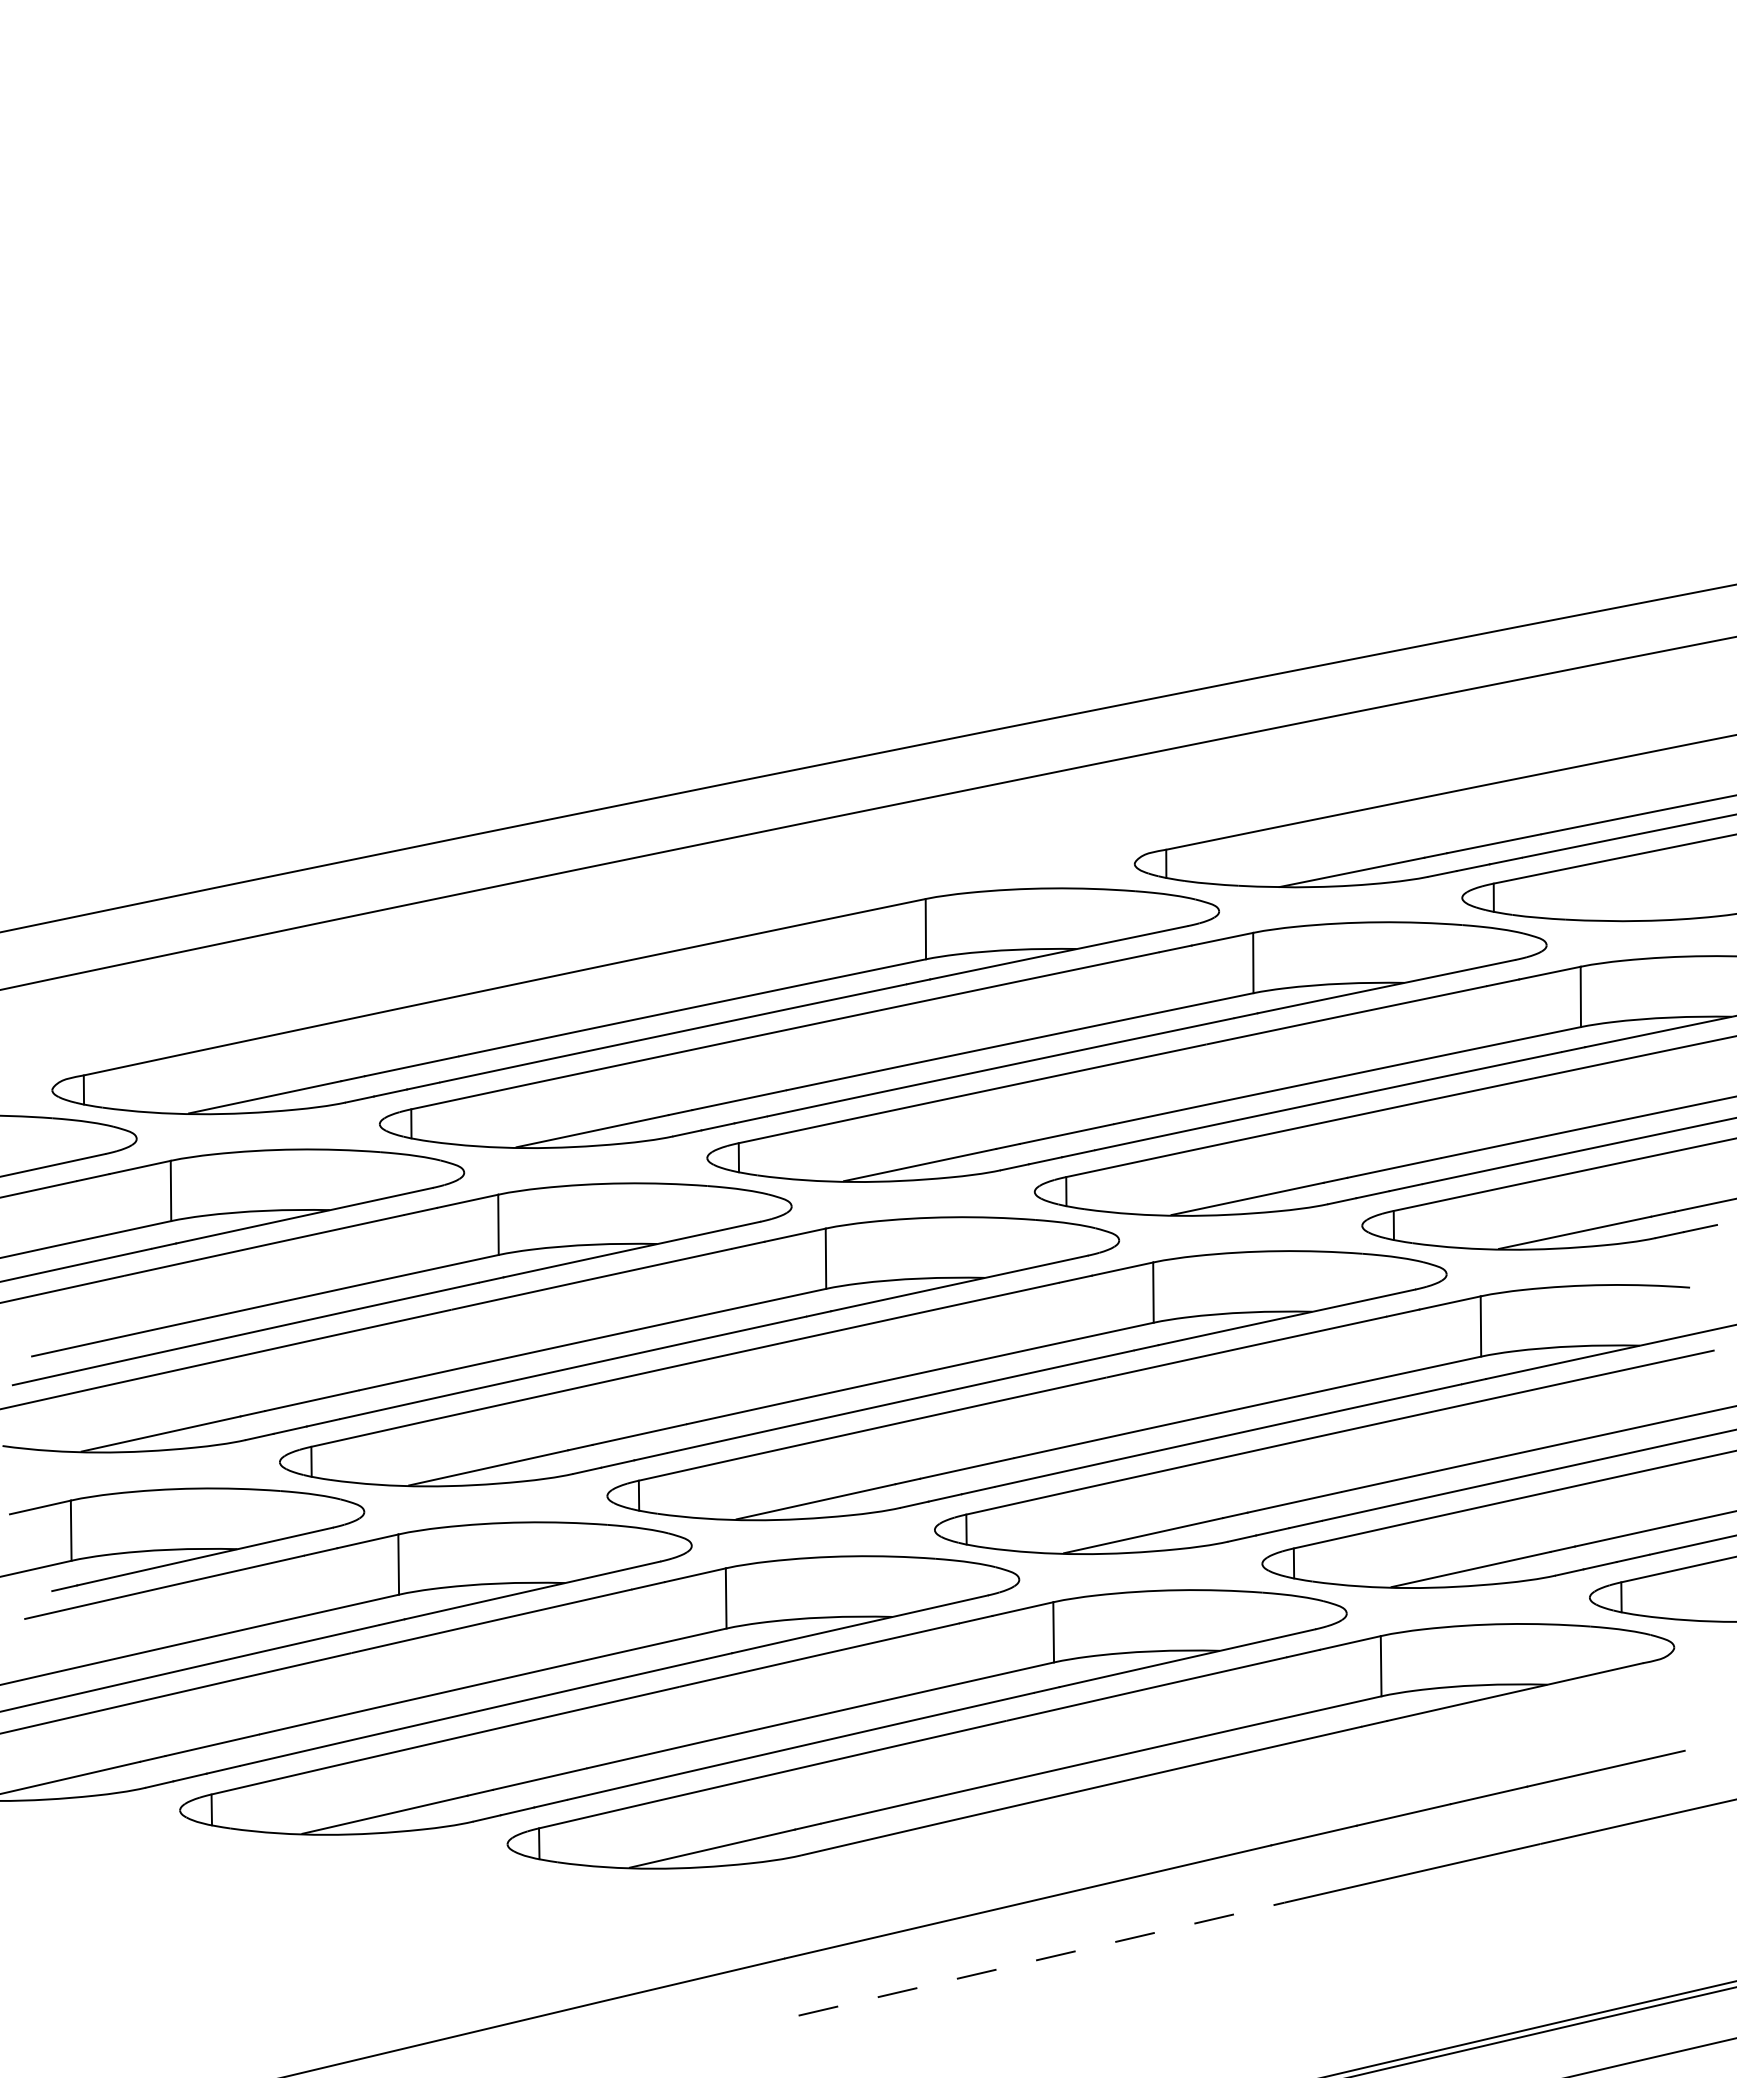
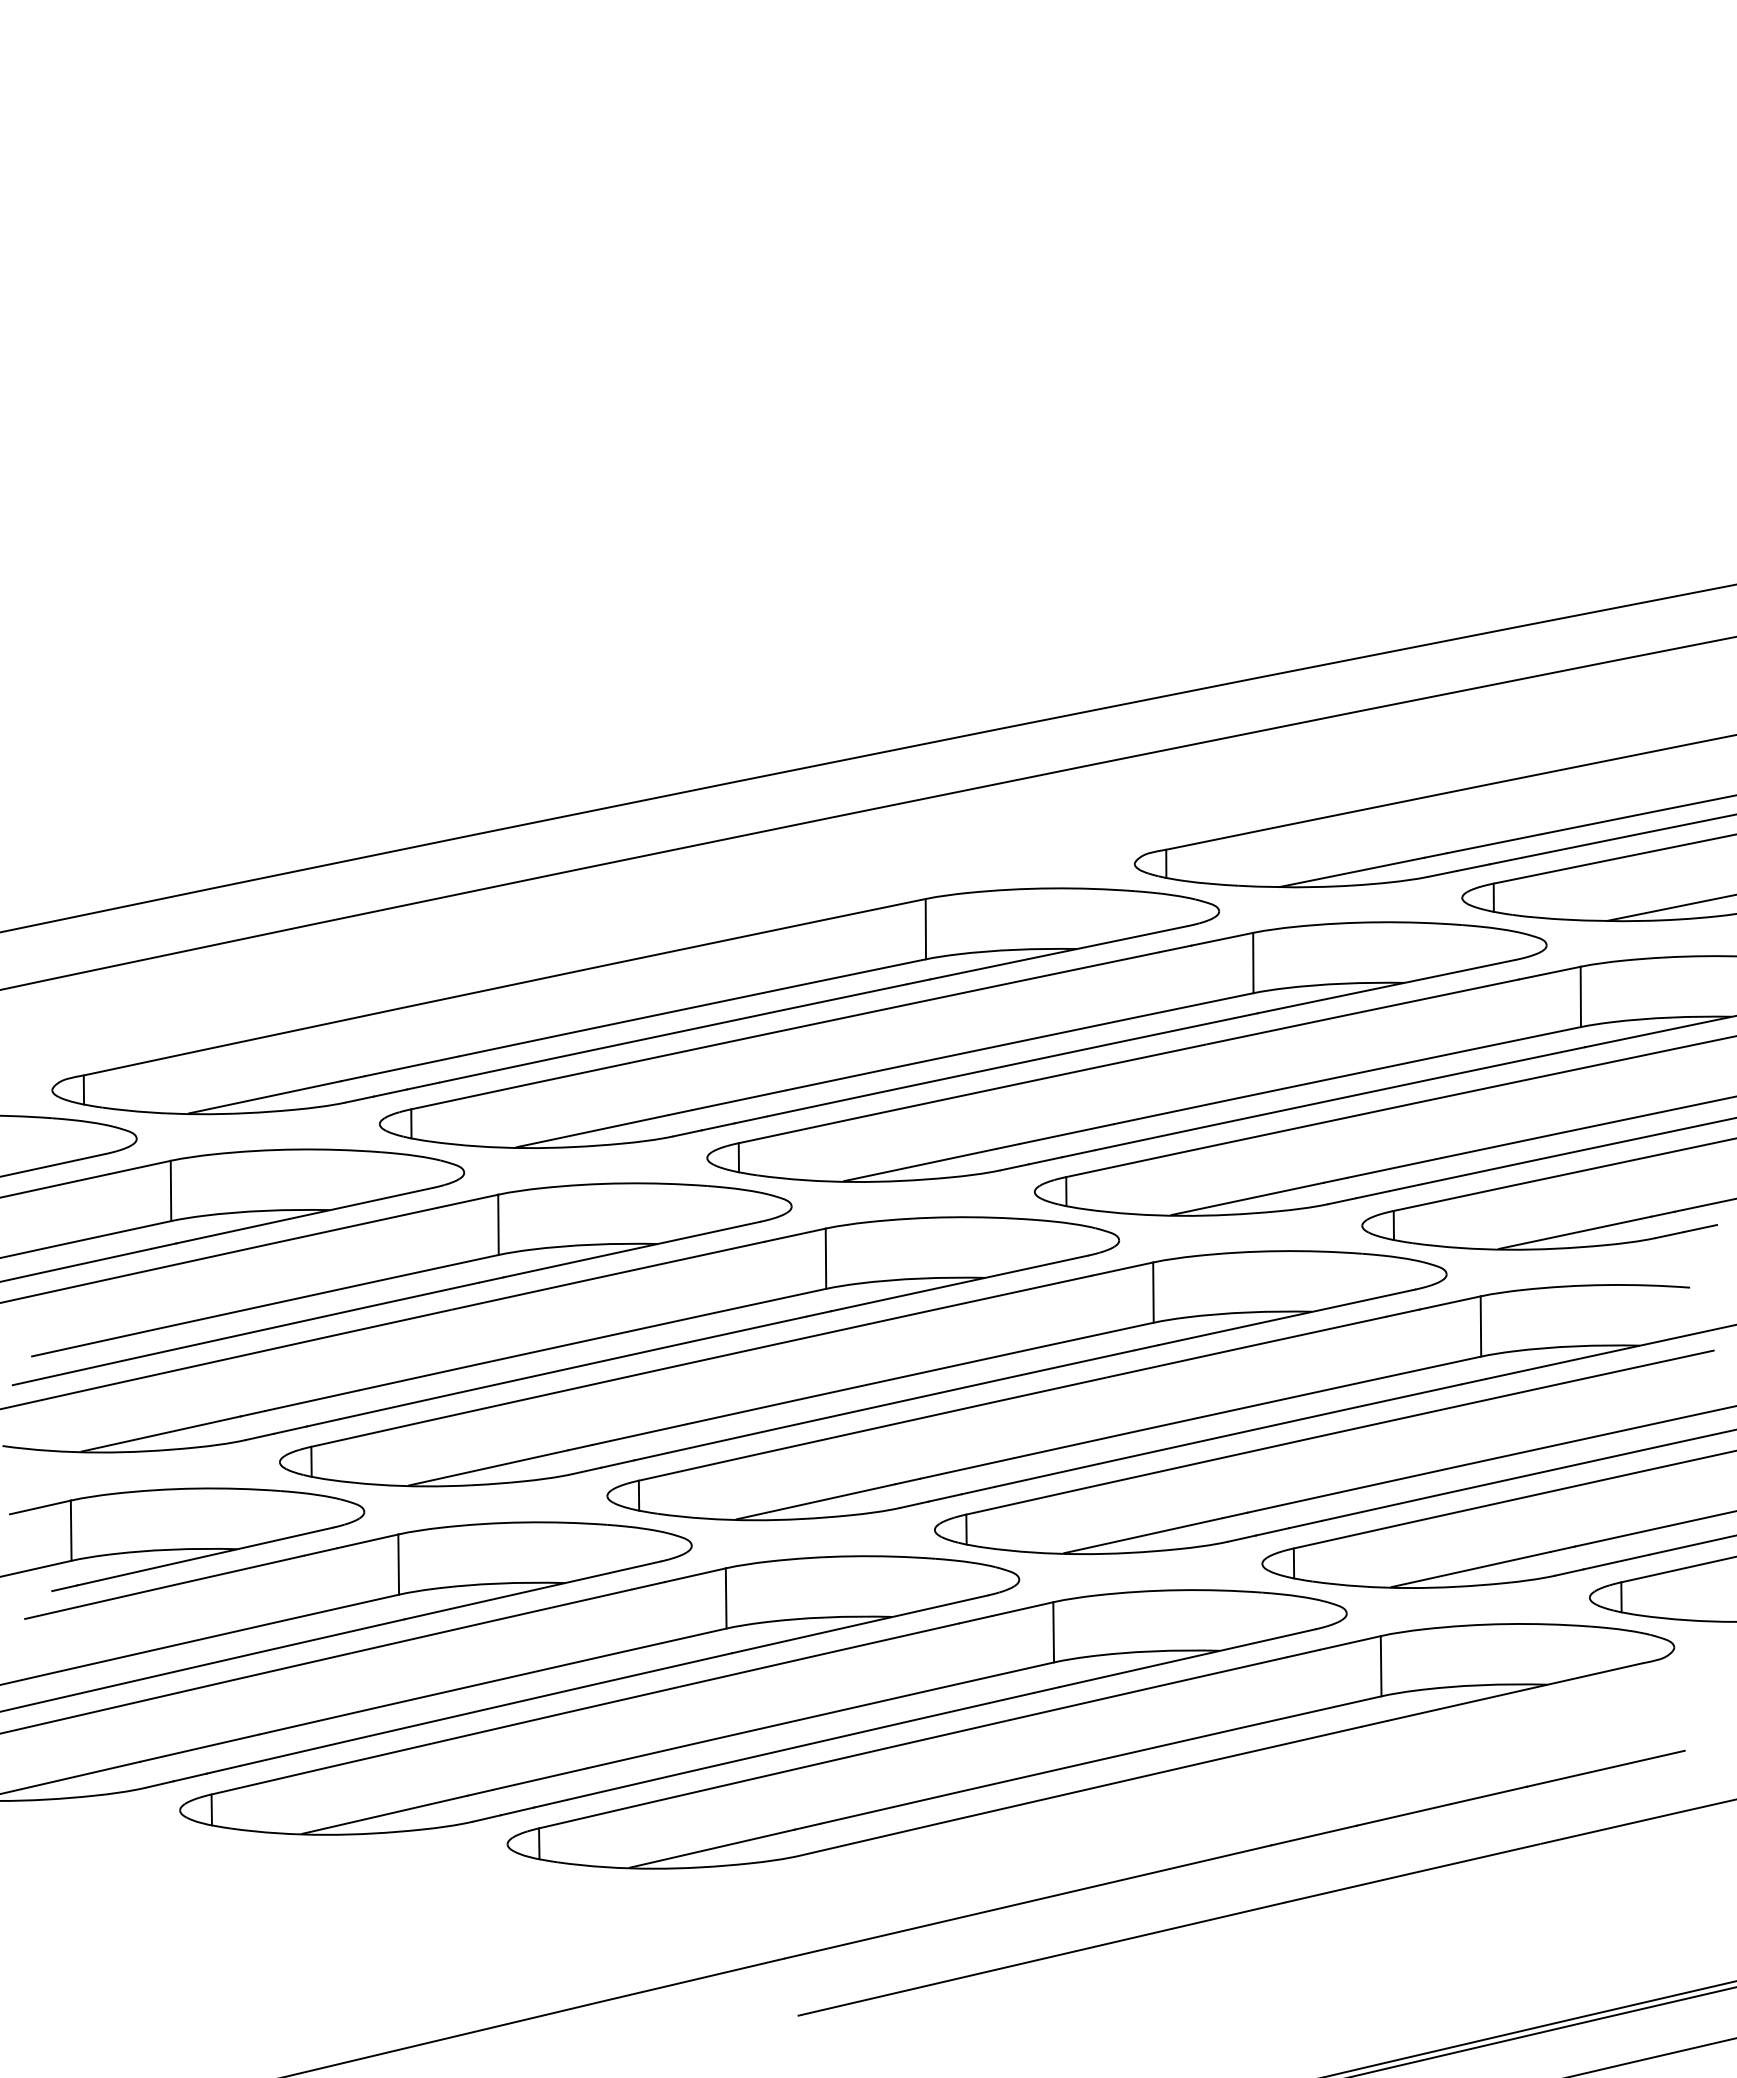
line at (1670, 907): none -> present
line at (1042, 1959): dashed -> solid
